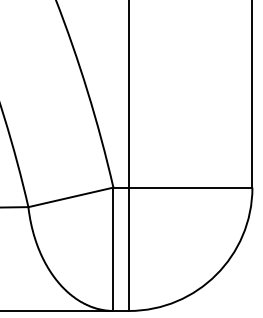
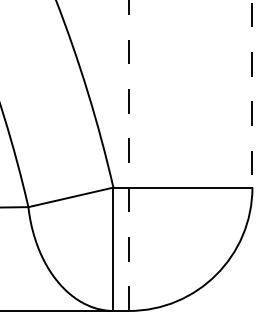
line at (252, 94): solid -> dashed
line at (129, 155): solid -> dashed
